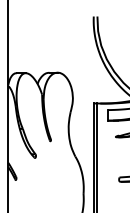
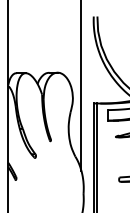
line at (81, 86): none -> present
